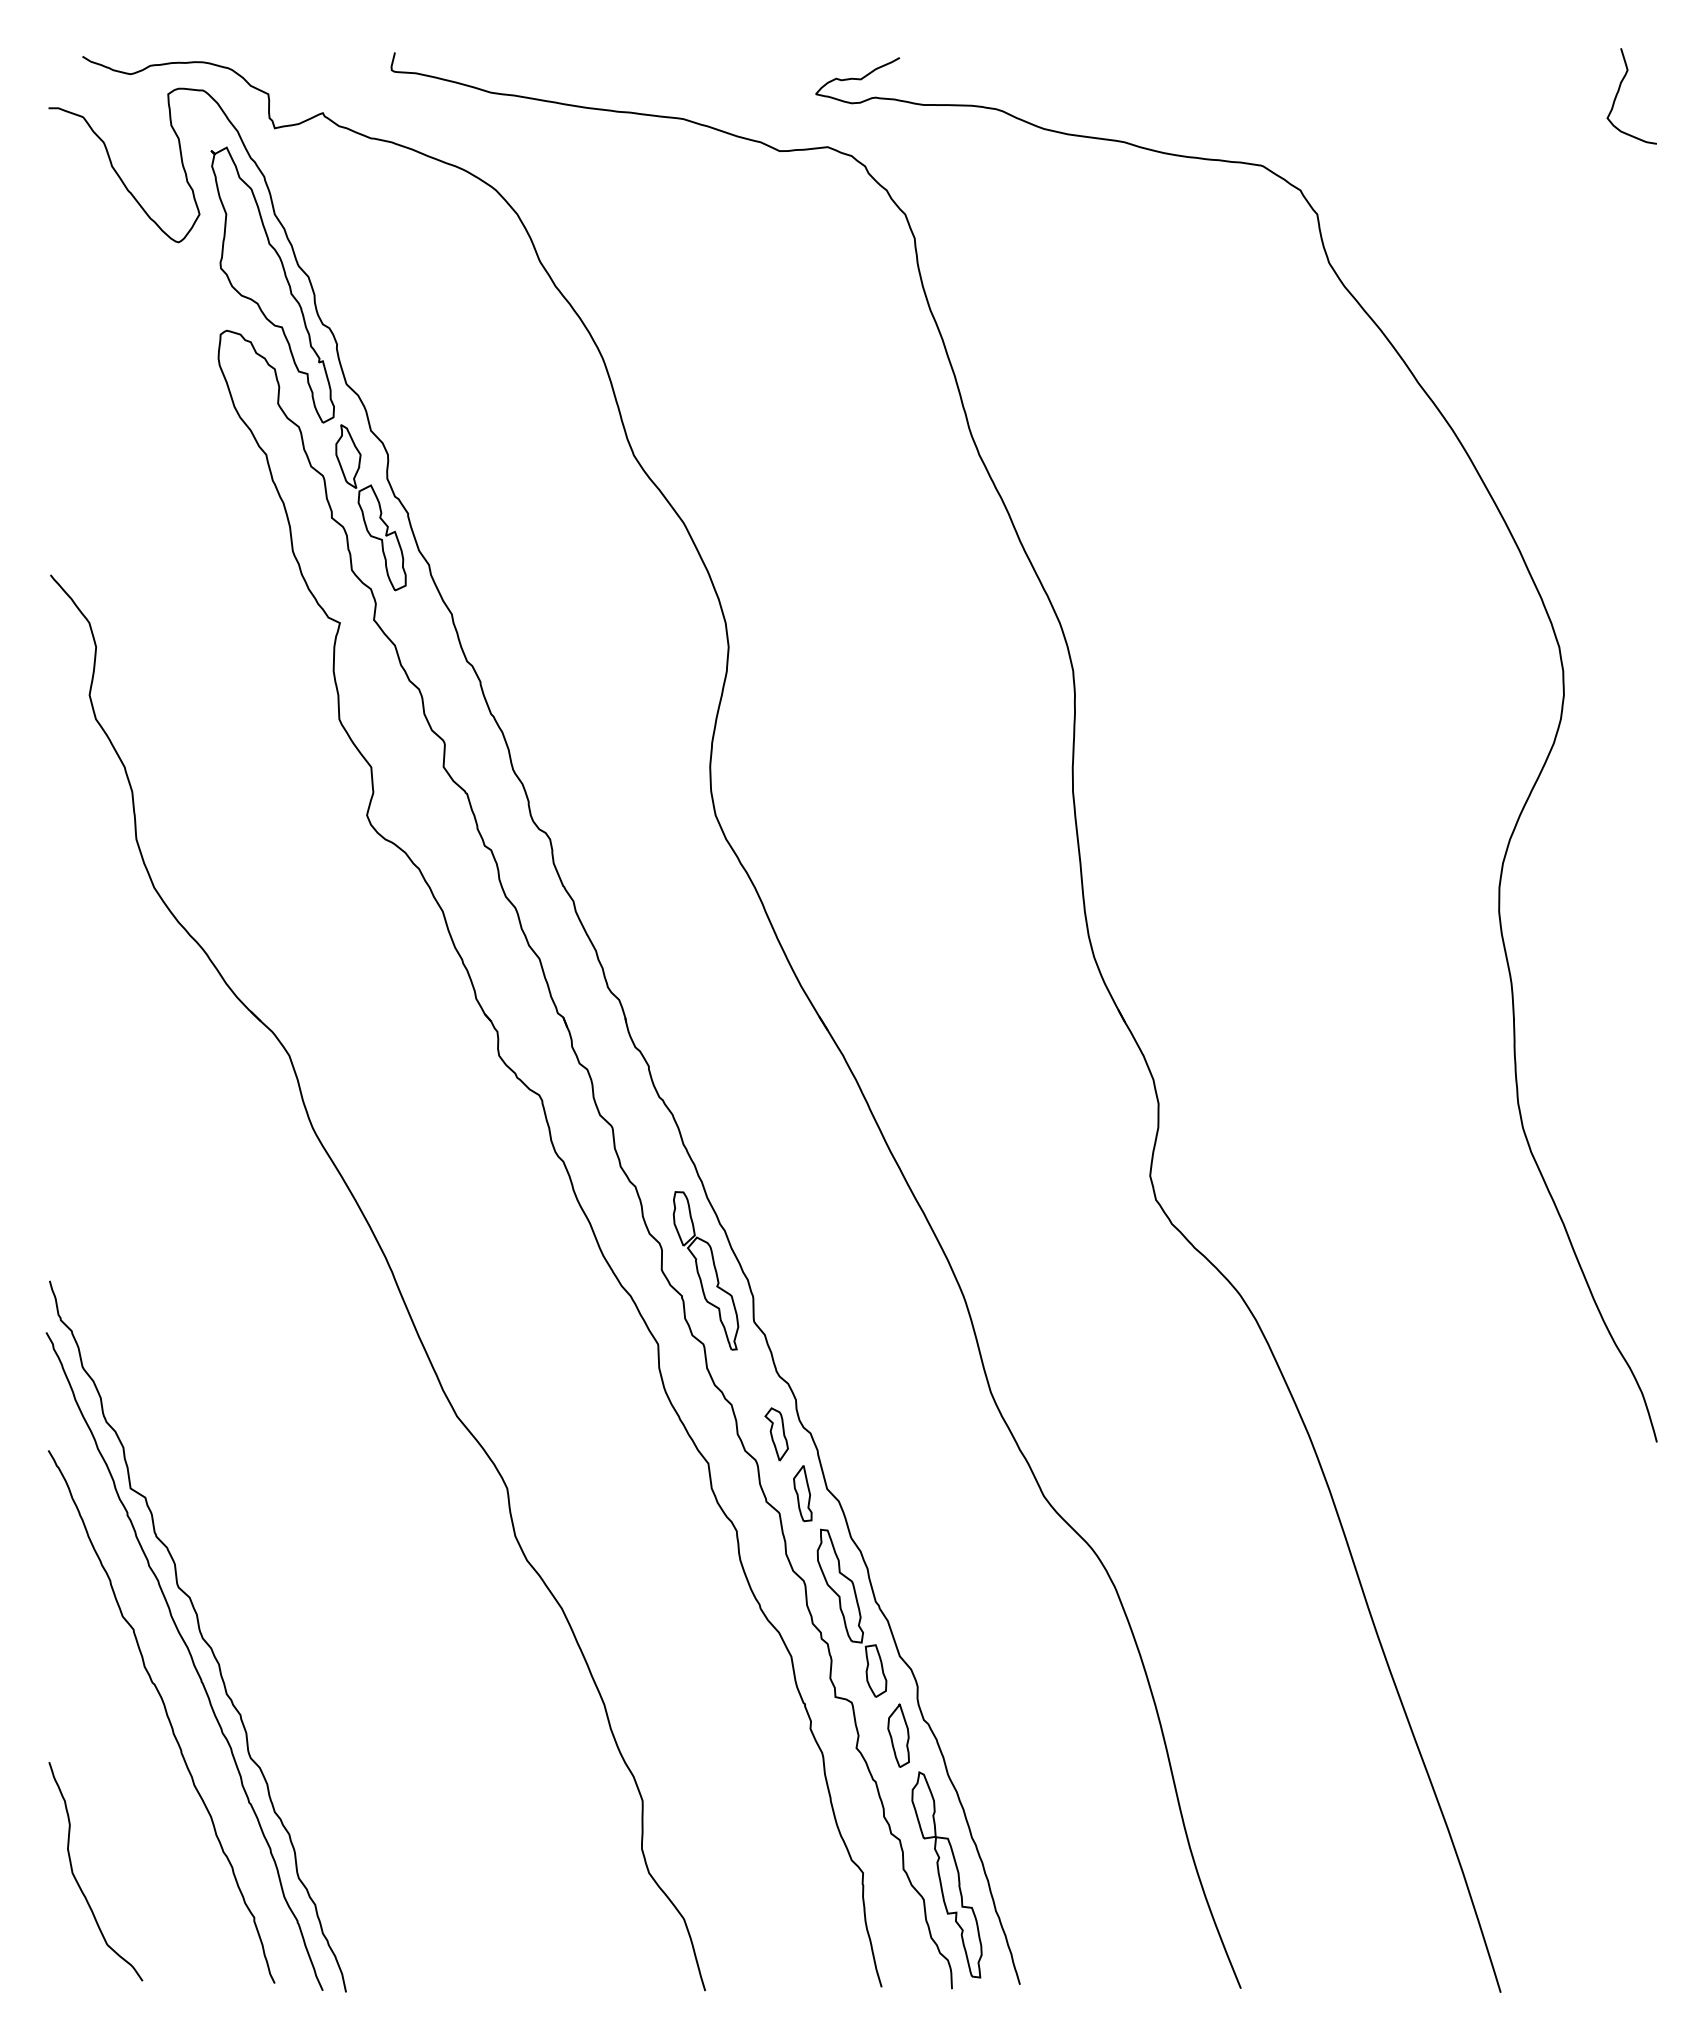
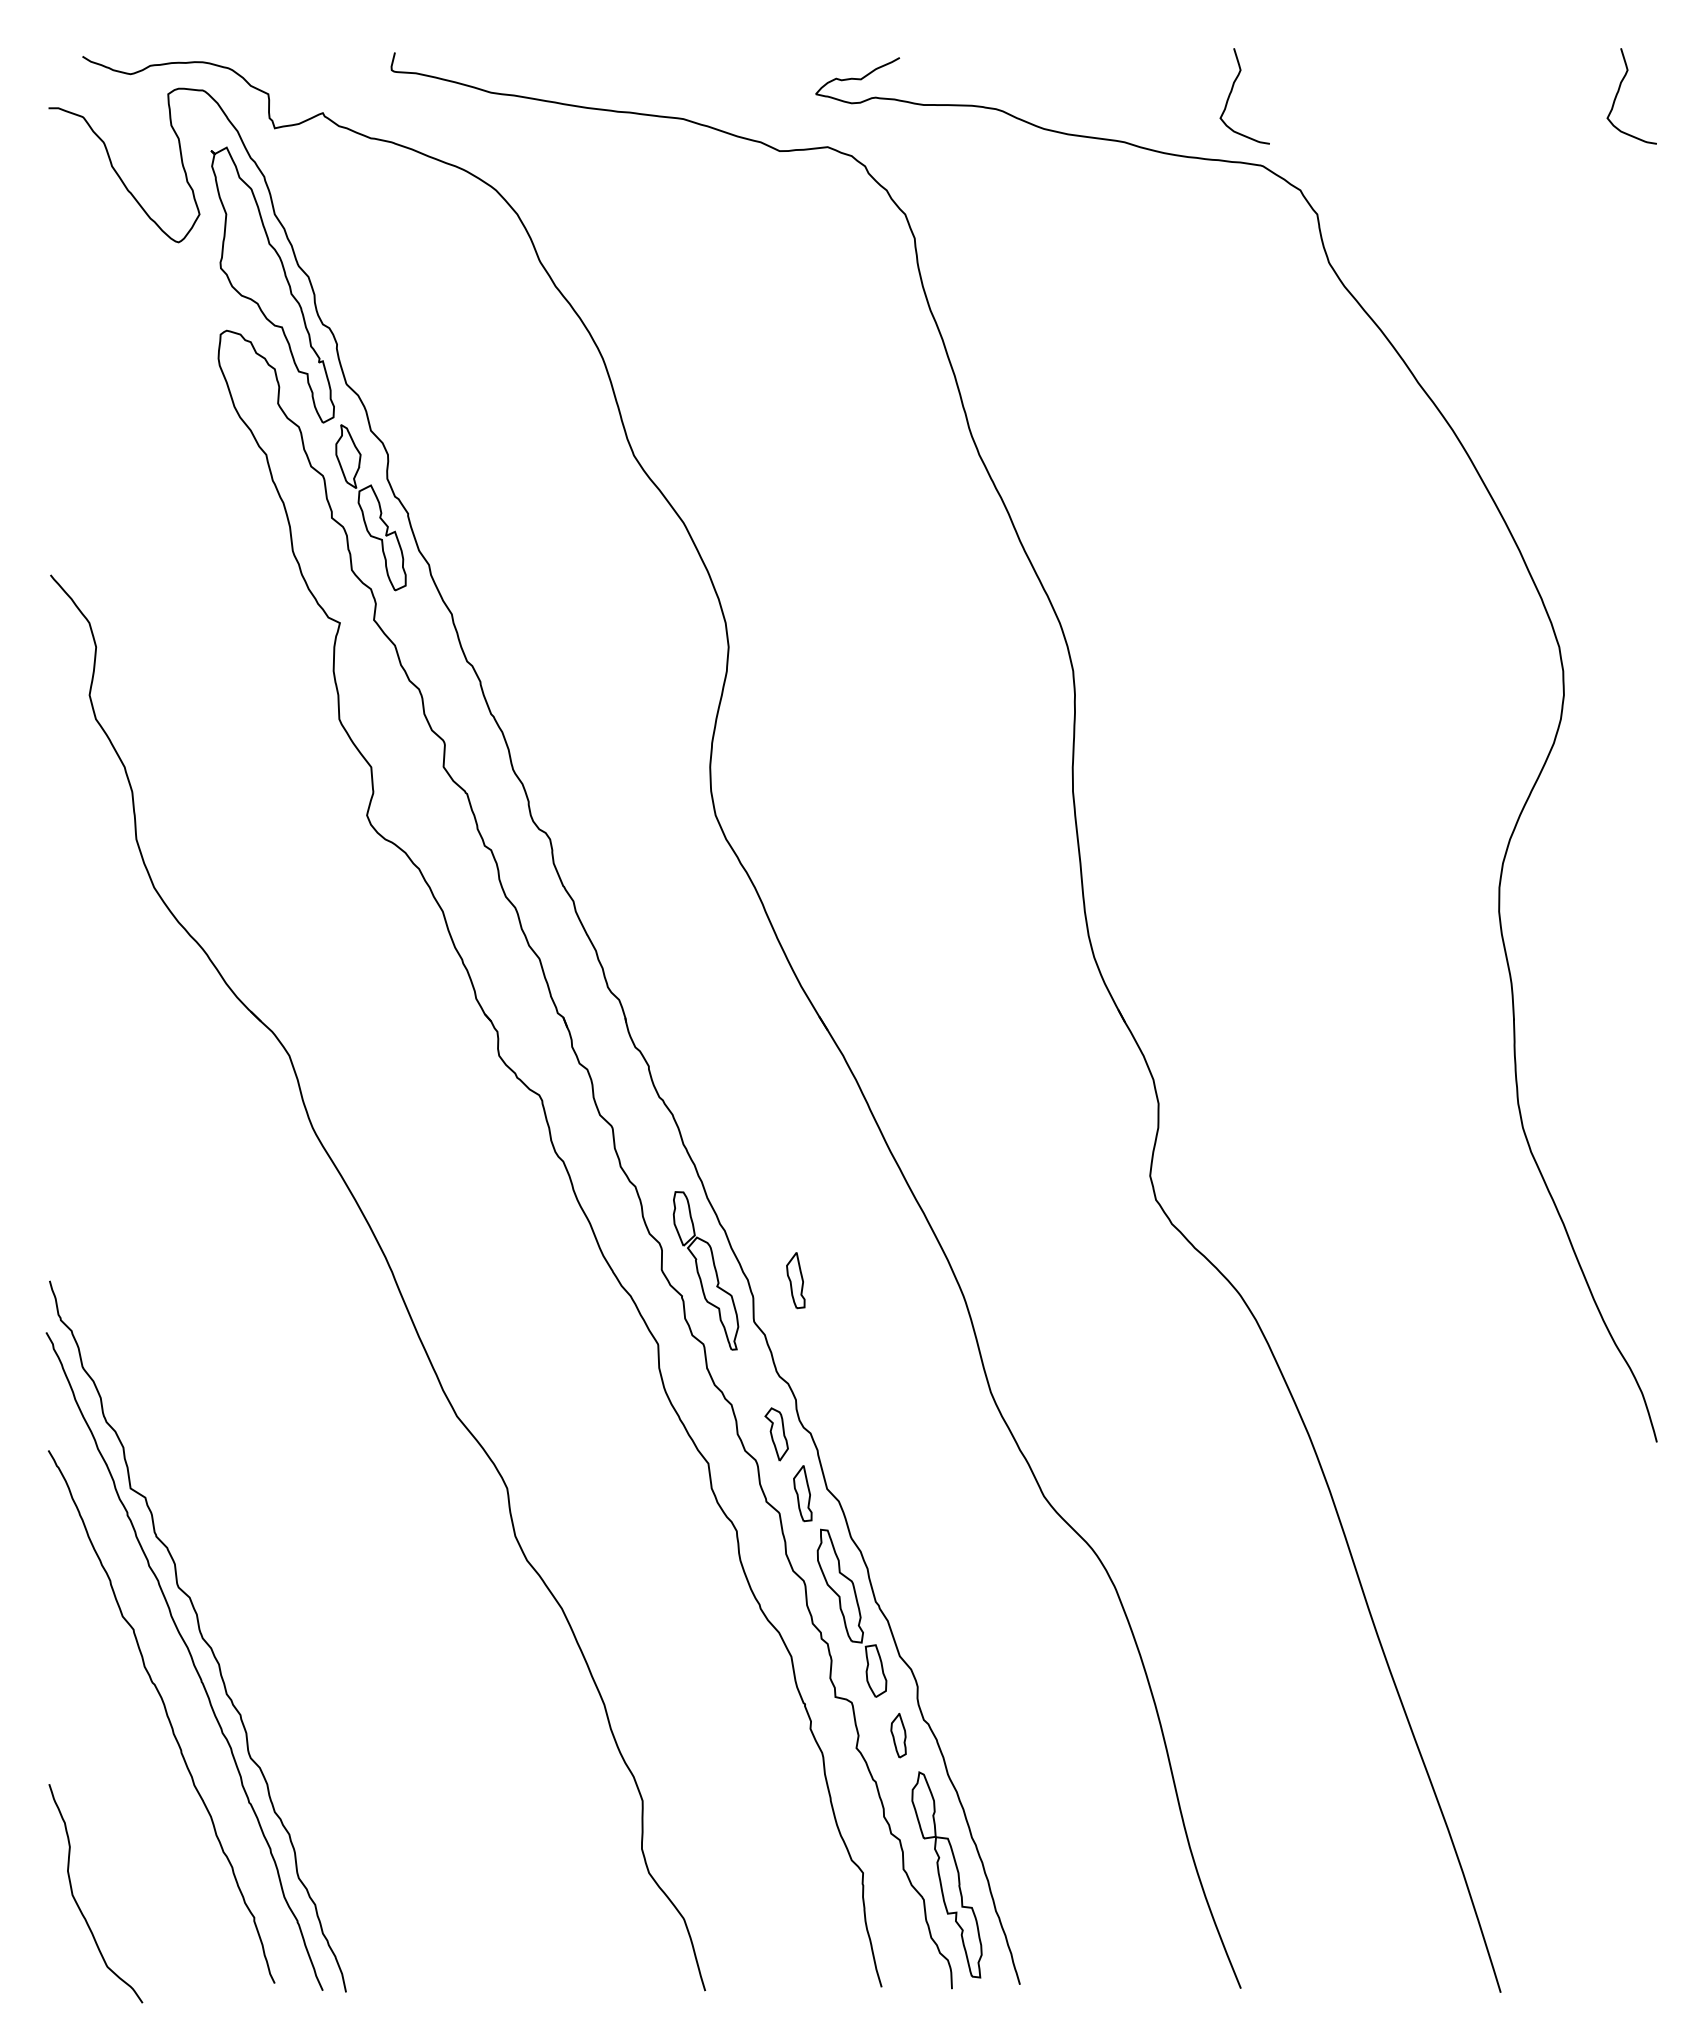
curve at (1232, 91): none -> present
part at (795, 1280): none -> present
part at (898, 1735) size: 23x65 px -> 17x47 px
curve at (77, 1880) position: (77, 1880) -> (77, 1902)
